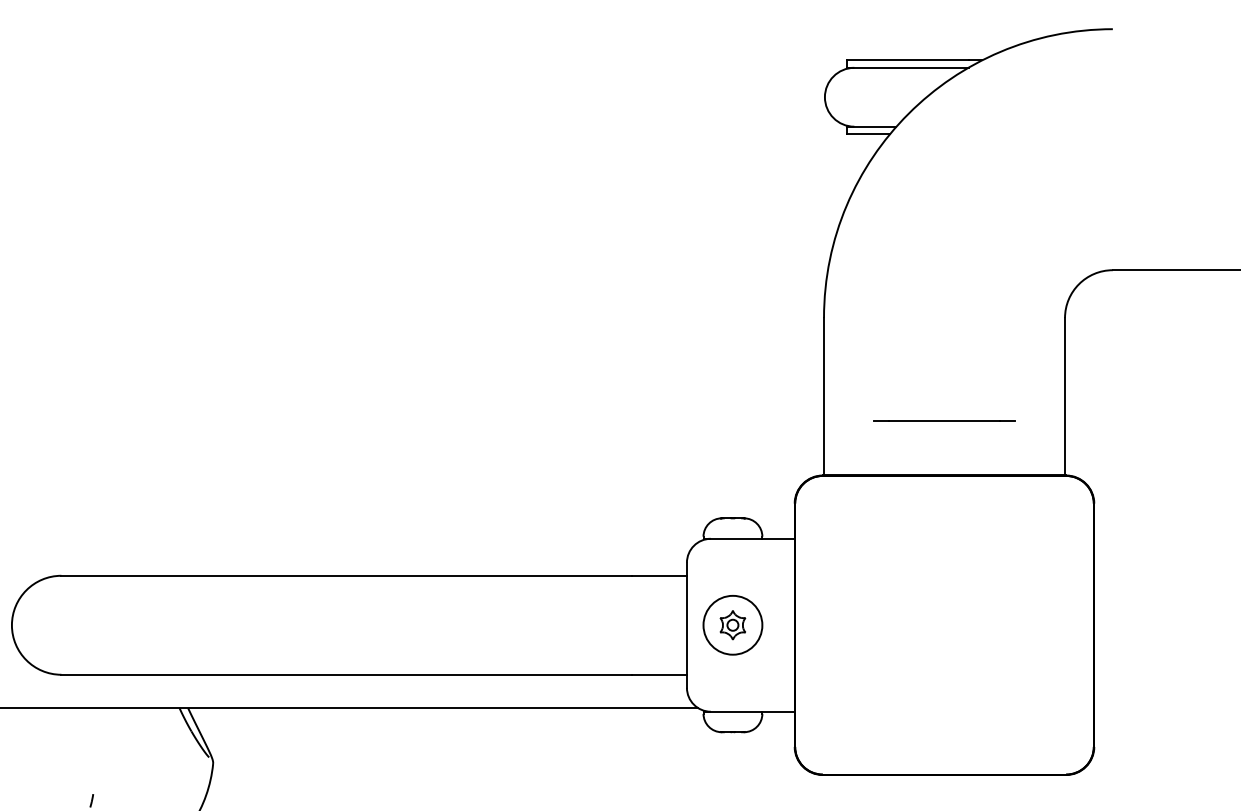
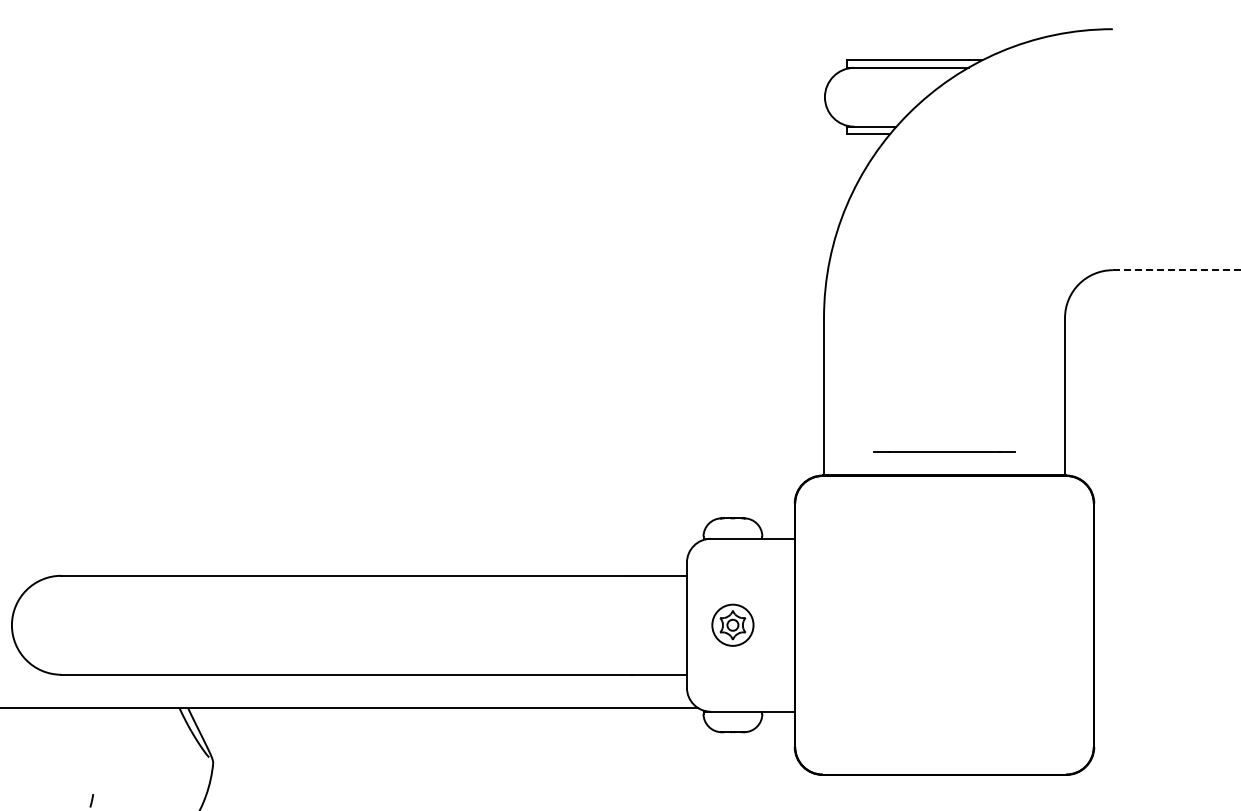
line at (1176, 270): solid -> dashed
line at (944, 420) position: (944, 420) -> (944, 451)
circle at (732, 624) diameter: 59 px -> 41 px
